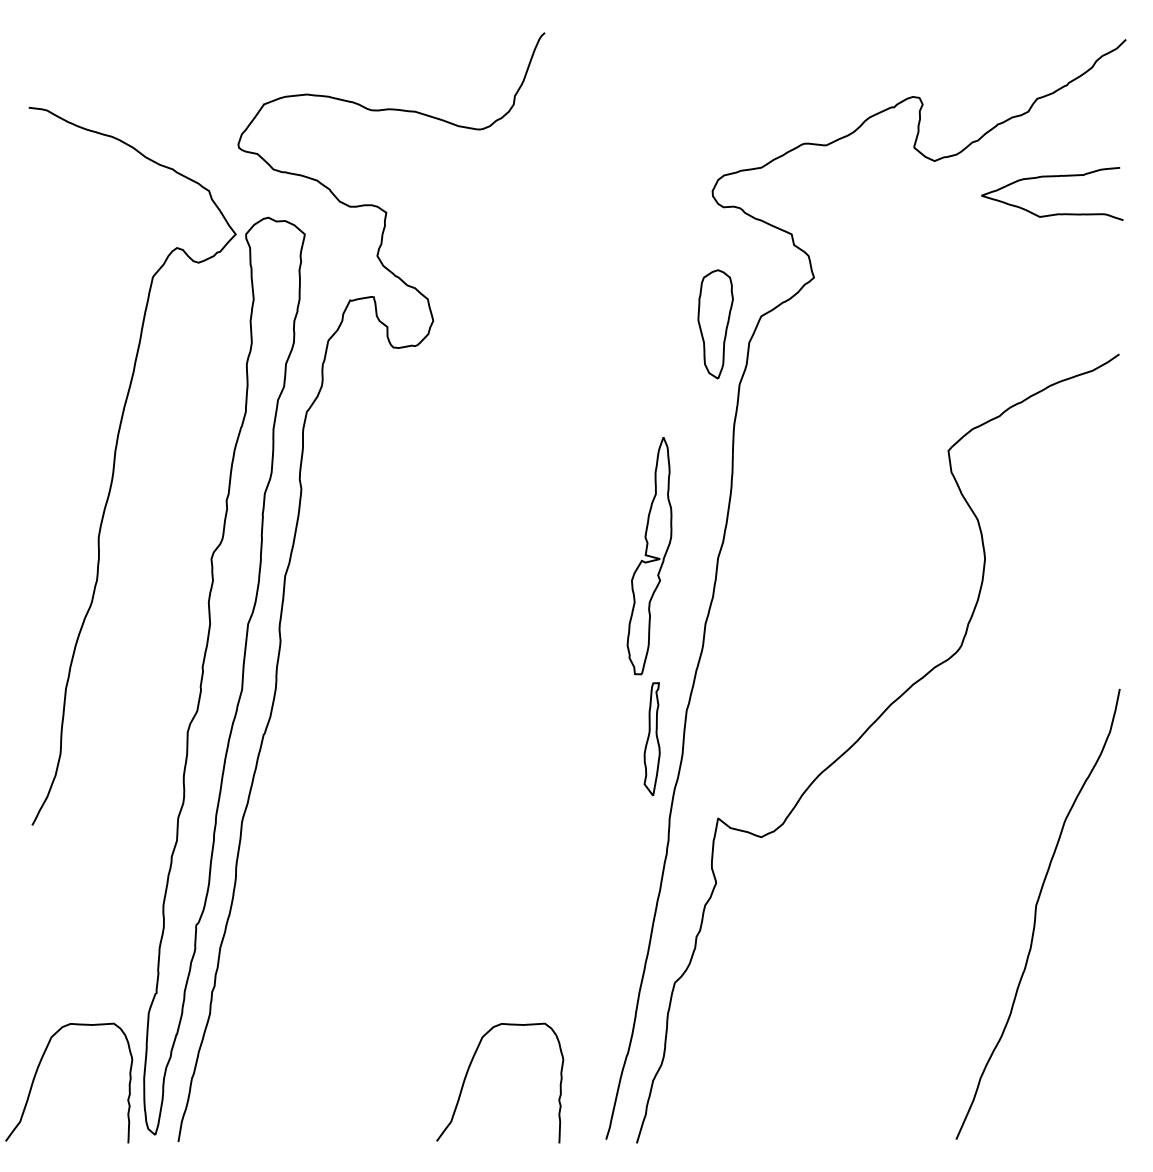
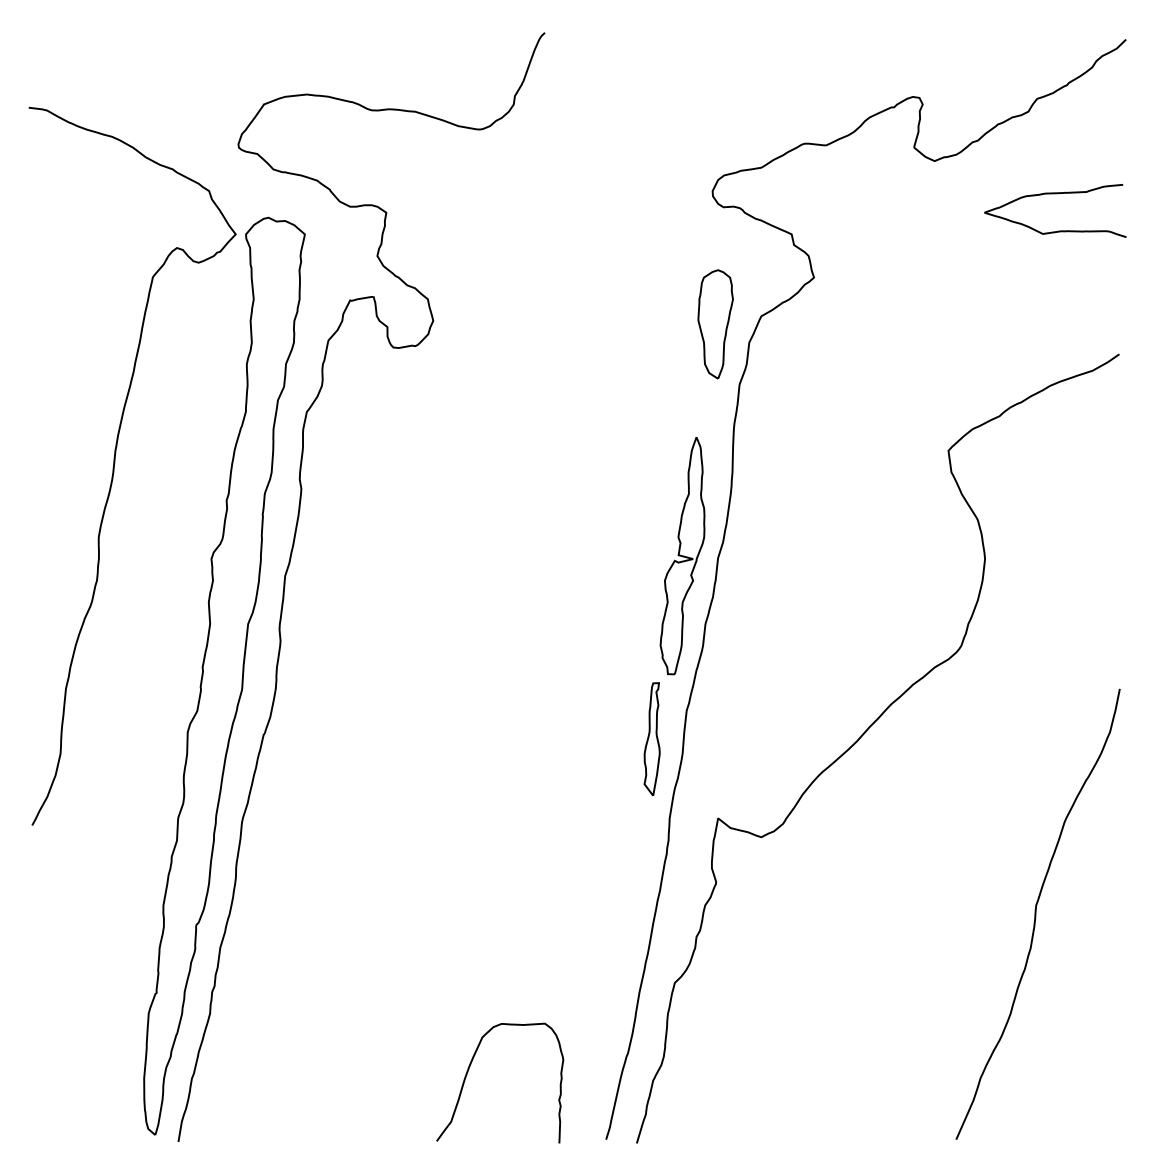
curve at (1052, 177) position: (1052, 177) -> (1055, 194)
part at (649, 556) position: (649, 556) -> (682, 556)
curve at (37, 1072): present -> none
